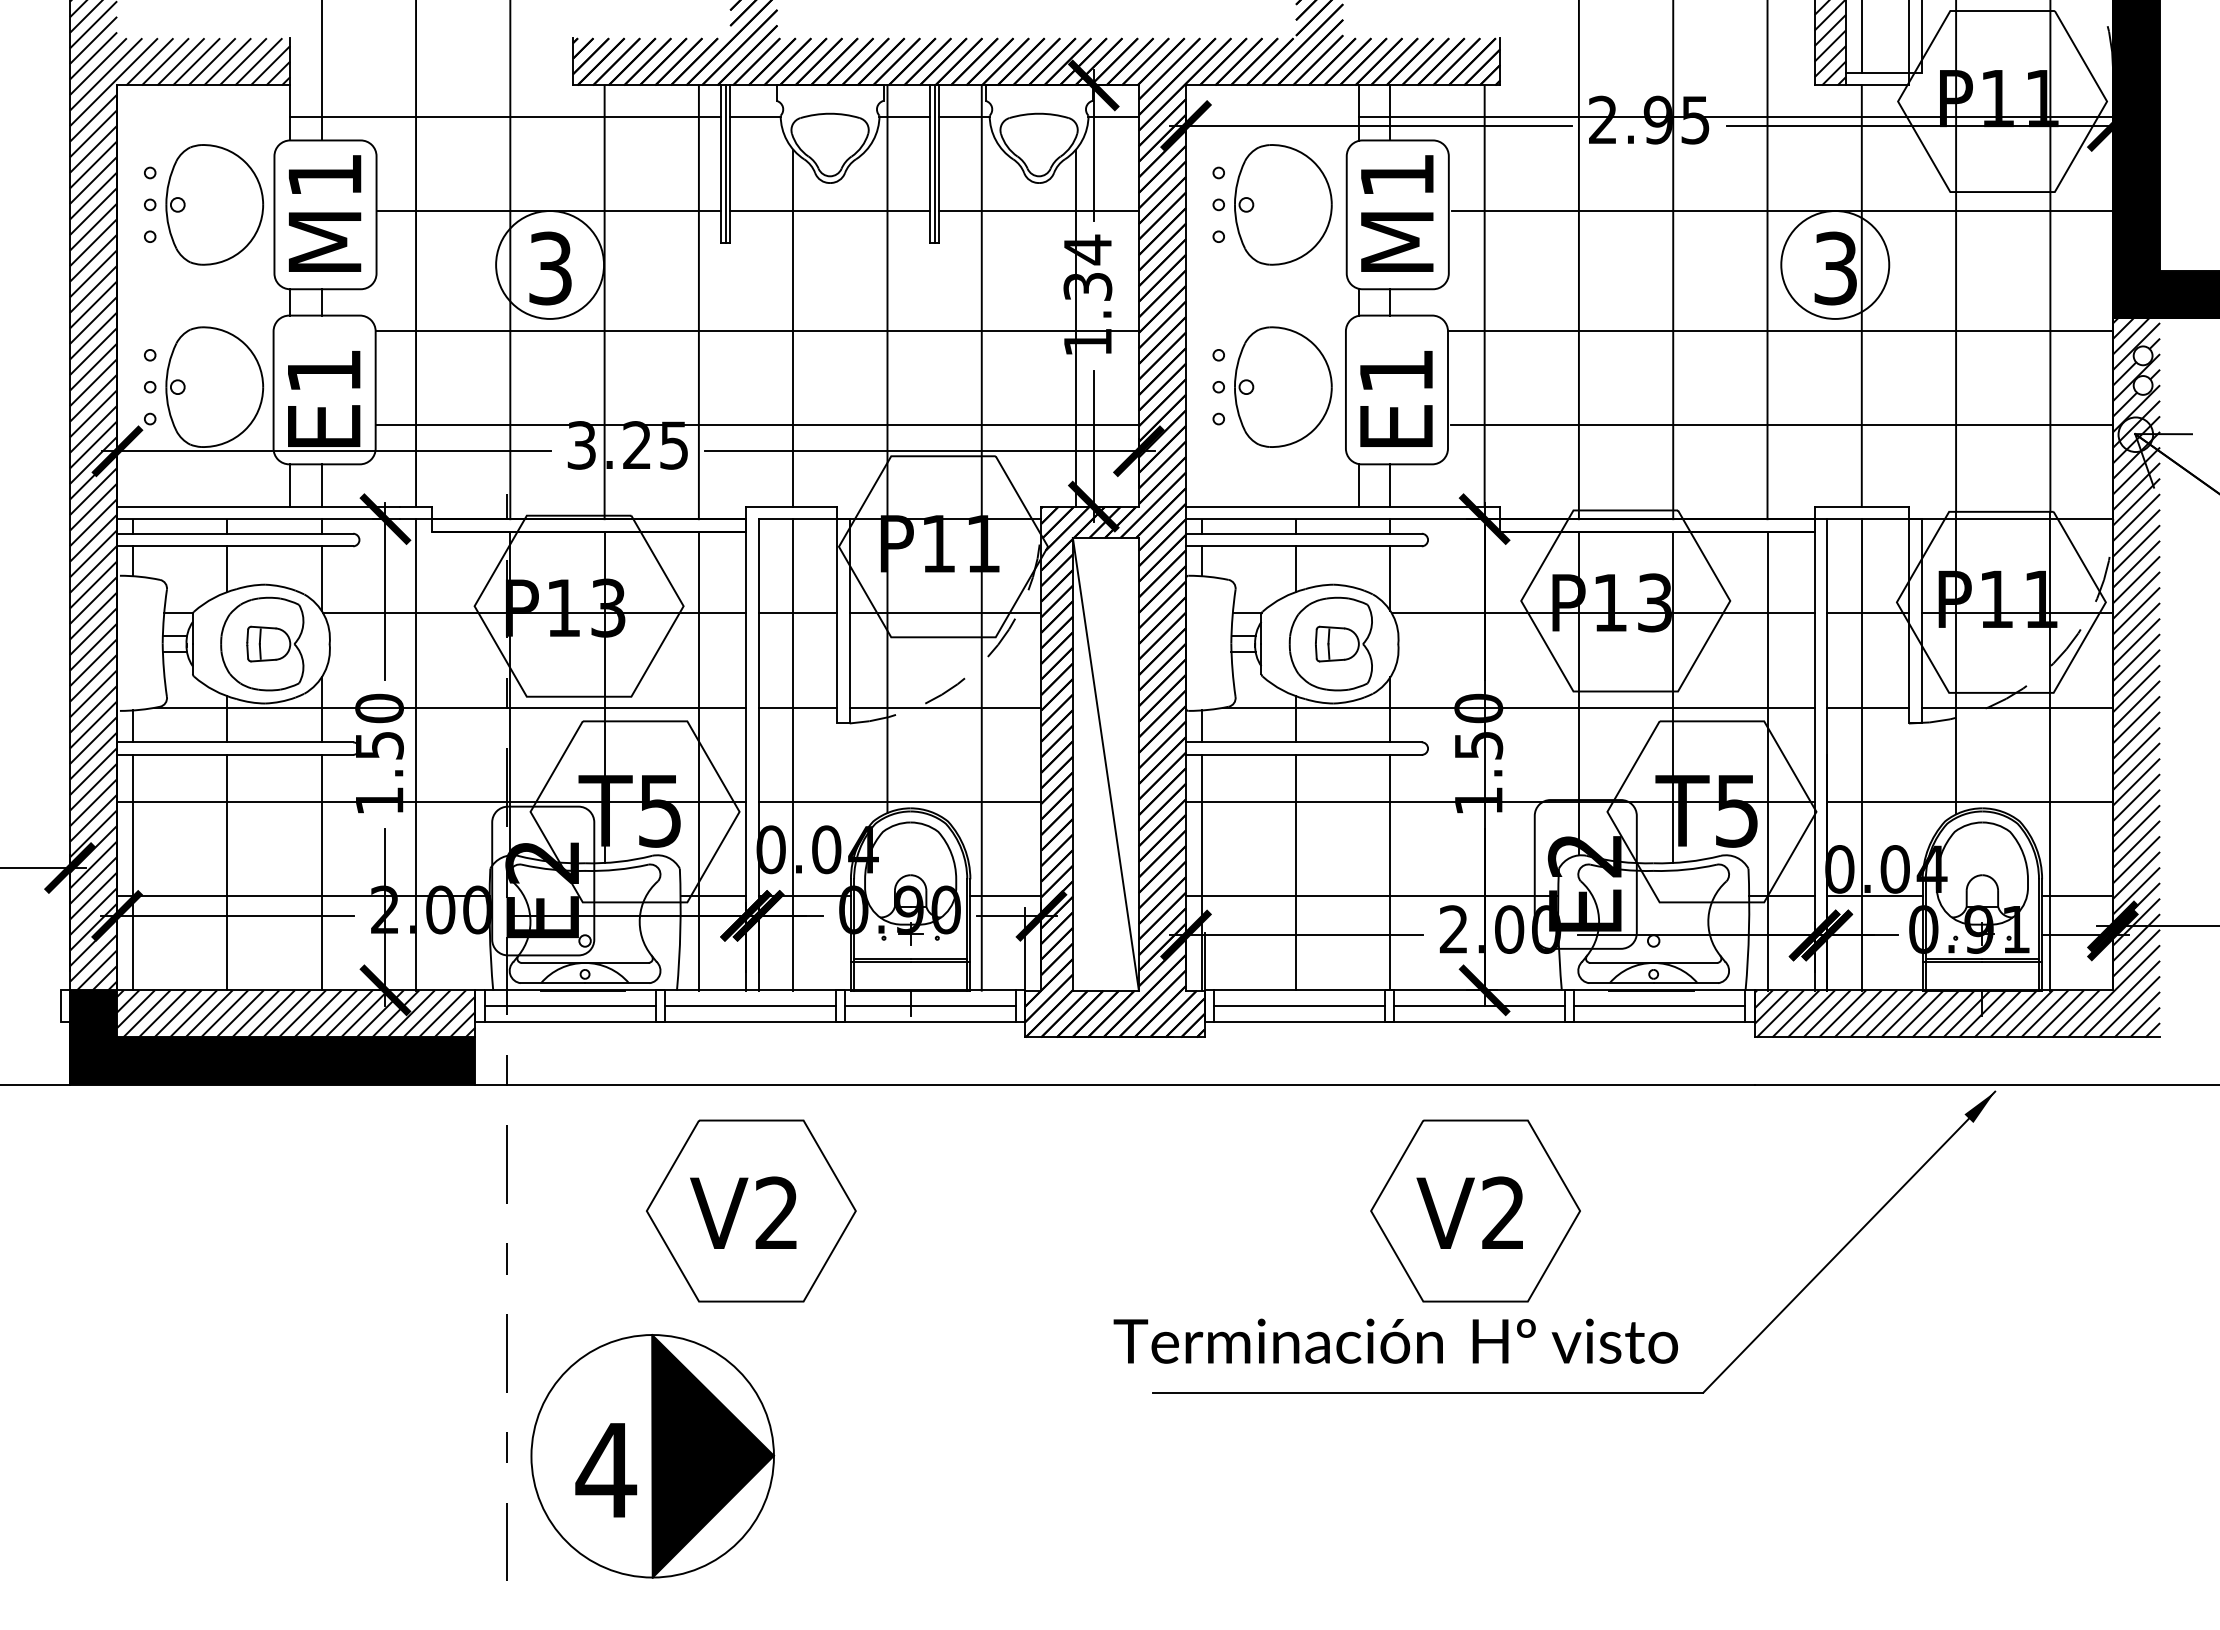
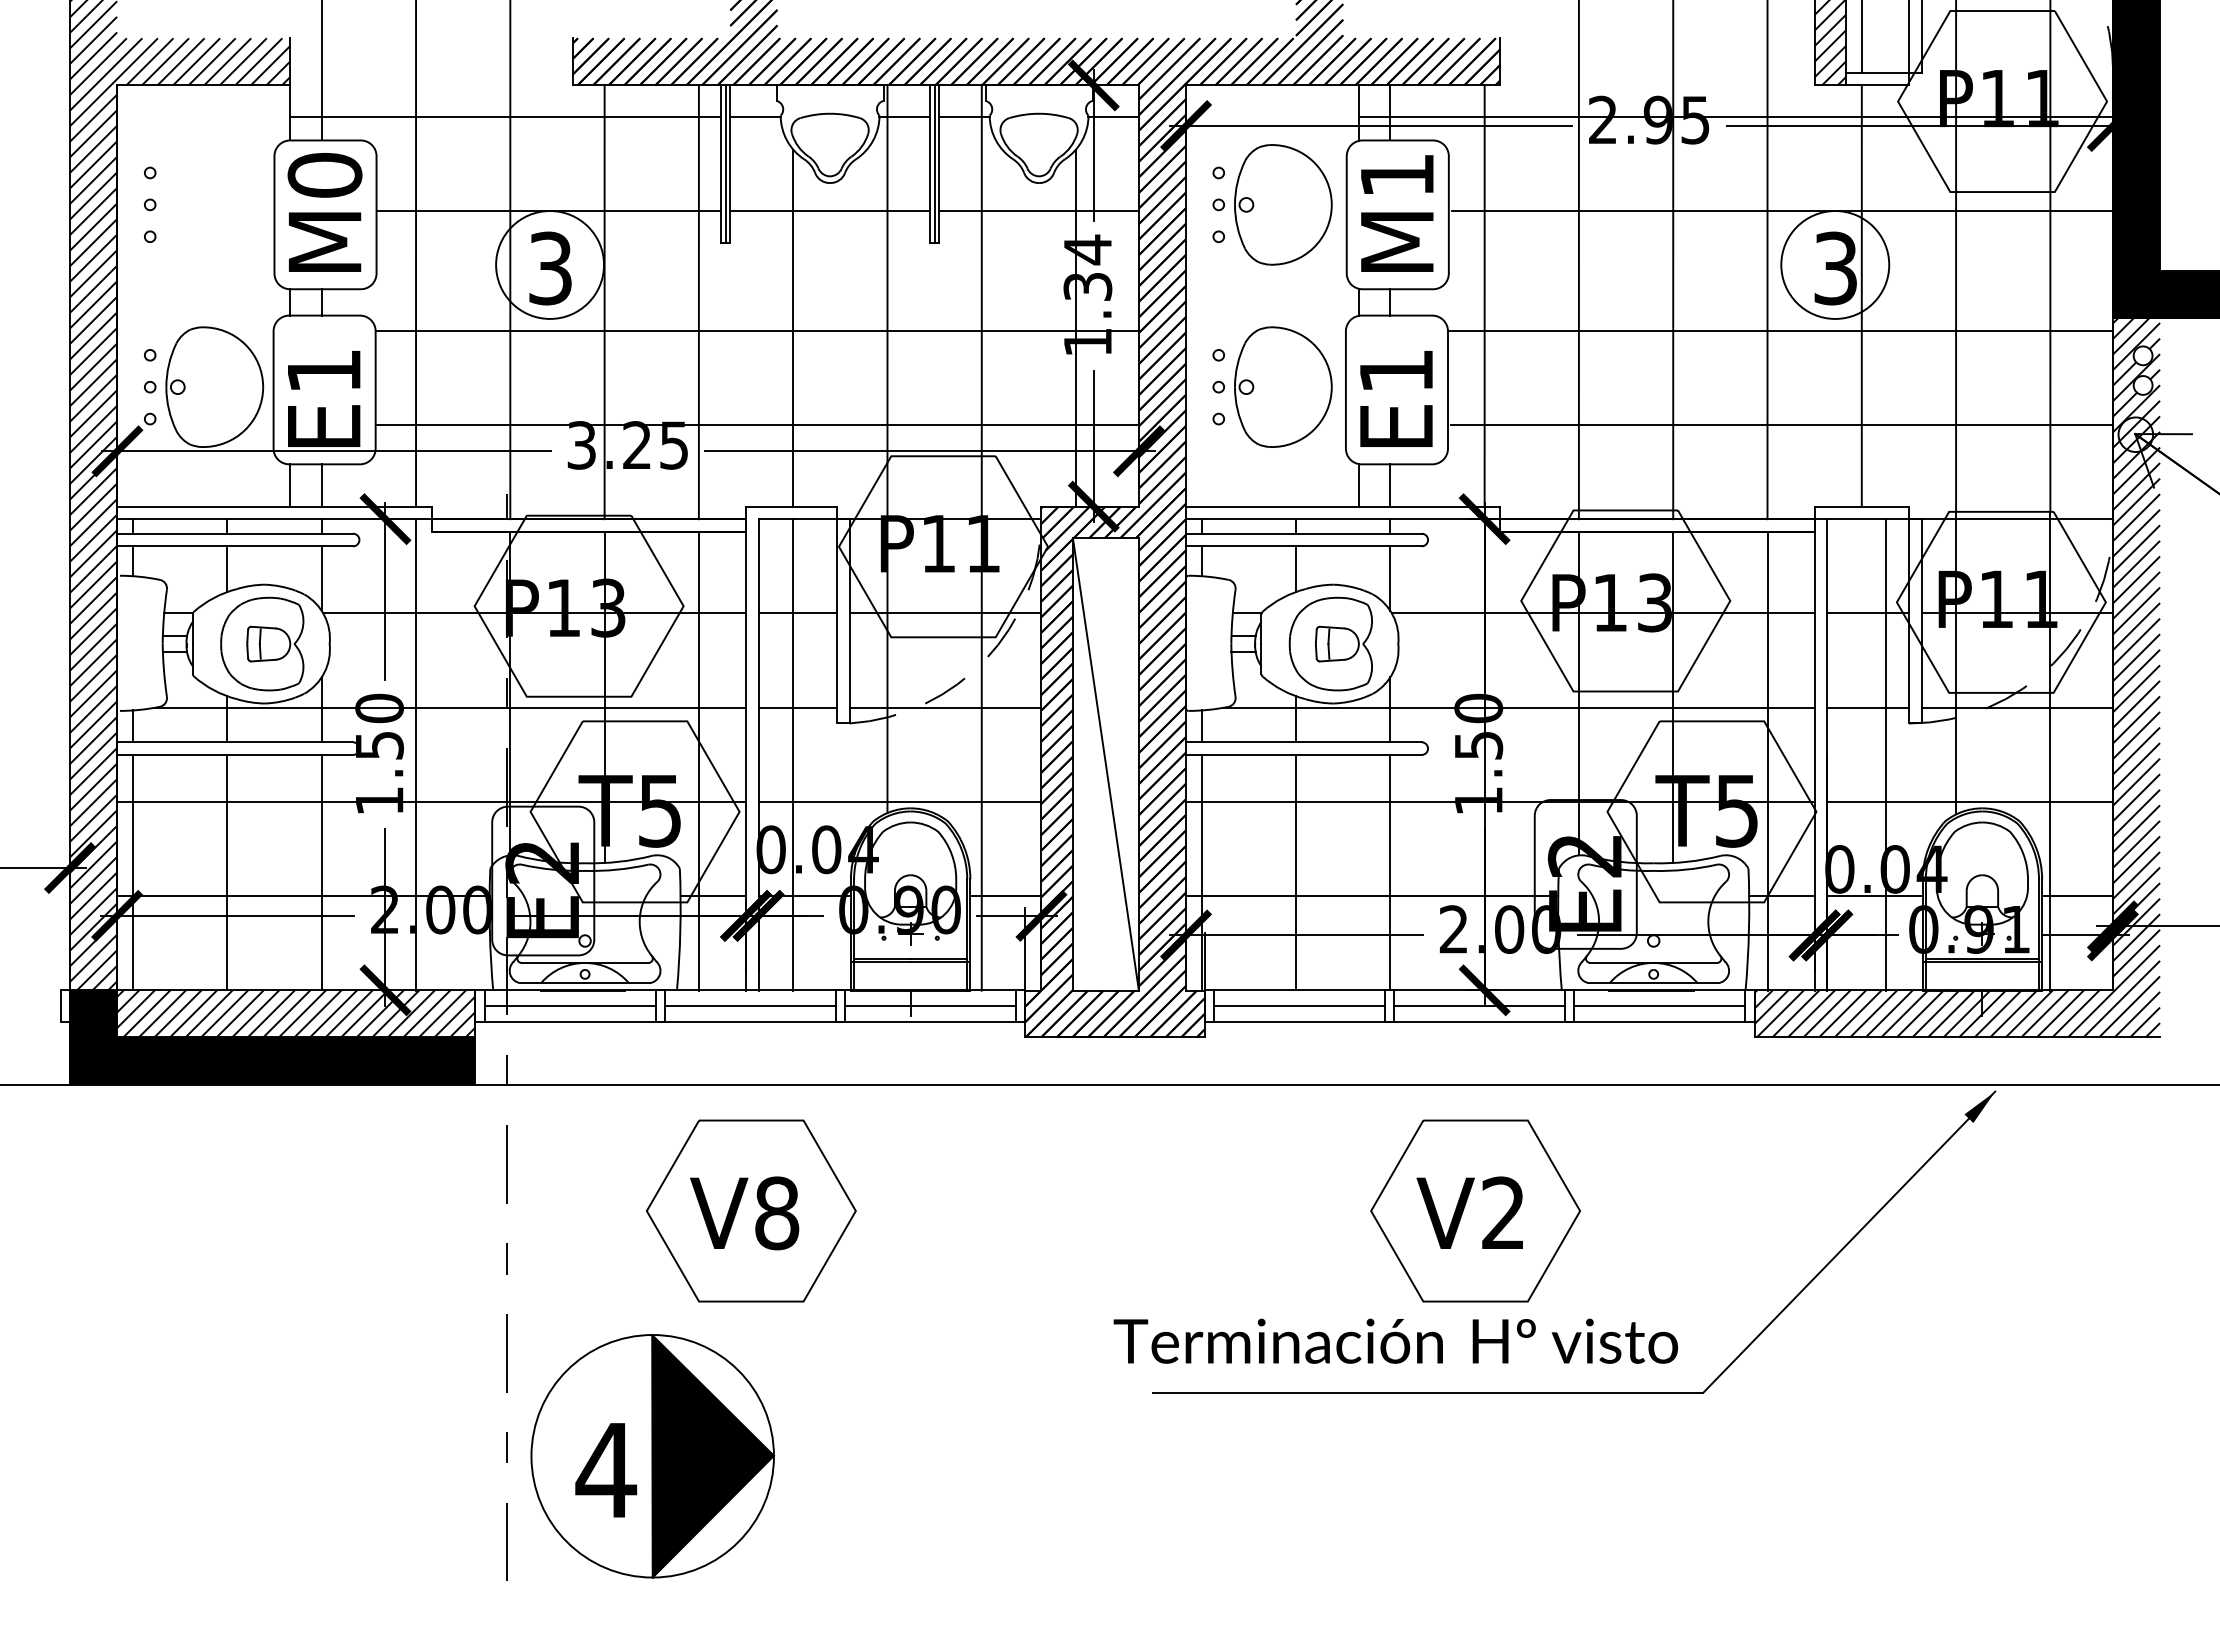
text at (324, 175): M1 -> M0
part at (214, 204): present -> none
line at (1861, 754) position: (1861, 754) -> (1885, 754)
text at (777, 1213): V2 -> V8
